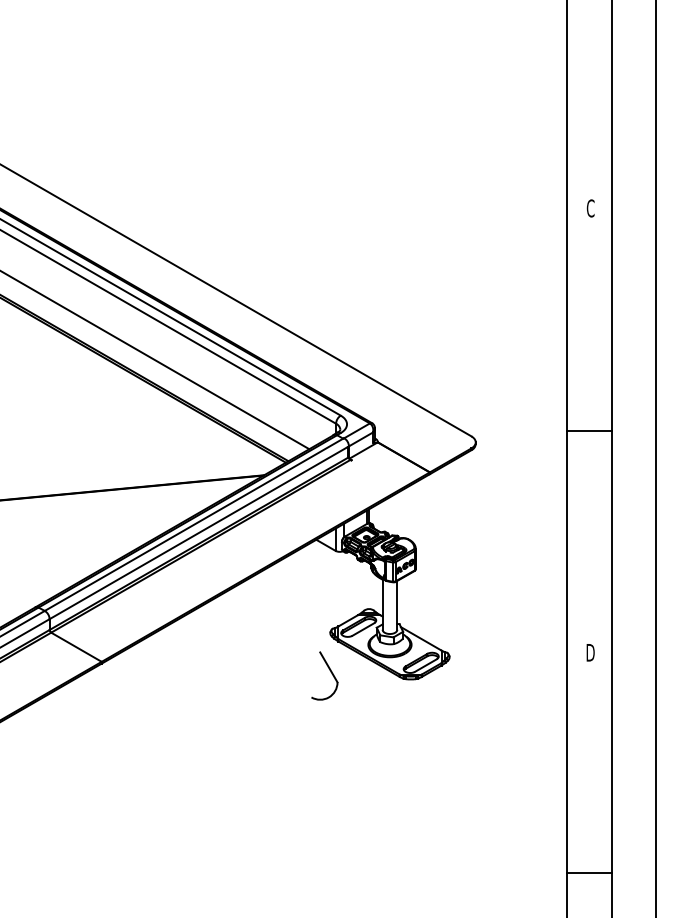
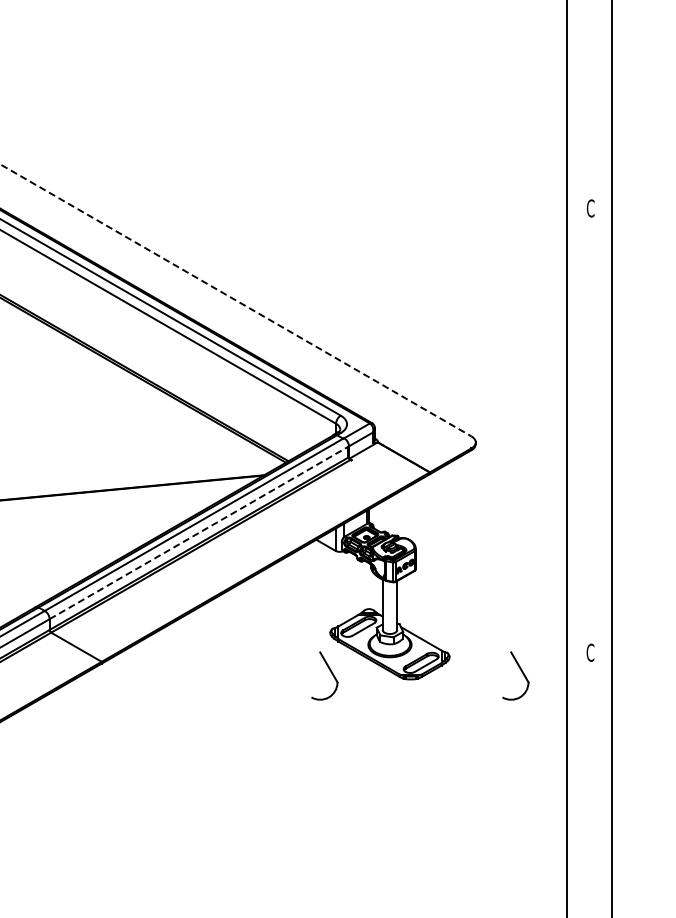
line at (235, 300): solid -> dashed
line at (155, 360): present -> none
line at (589, 431): present -> none
line at (655, 458): present -> none
line at (199, 532): solid -> dashed
text at (590, 652): D -> C
part at (521, 672): none -> present
line at (589, 873): present -> none
